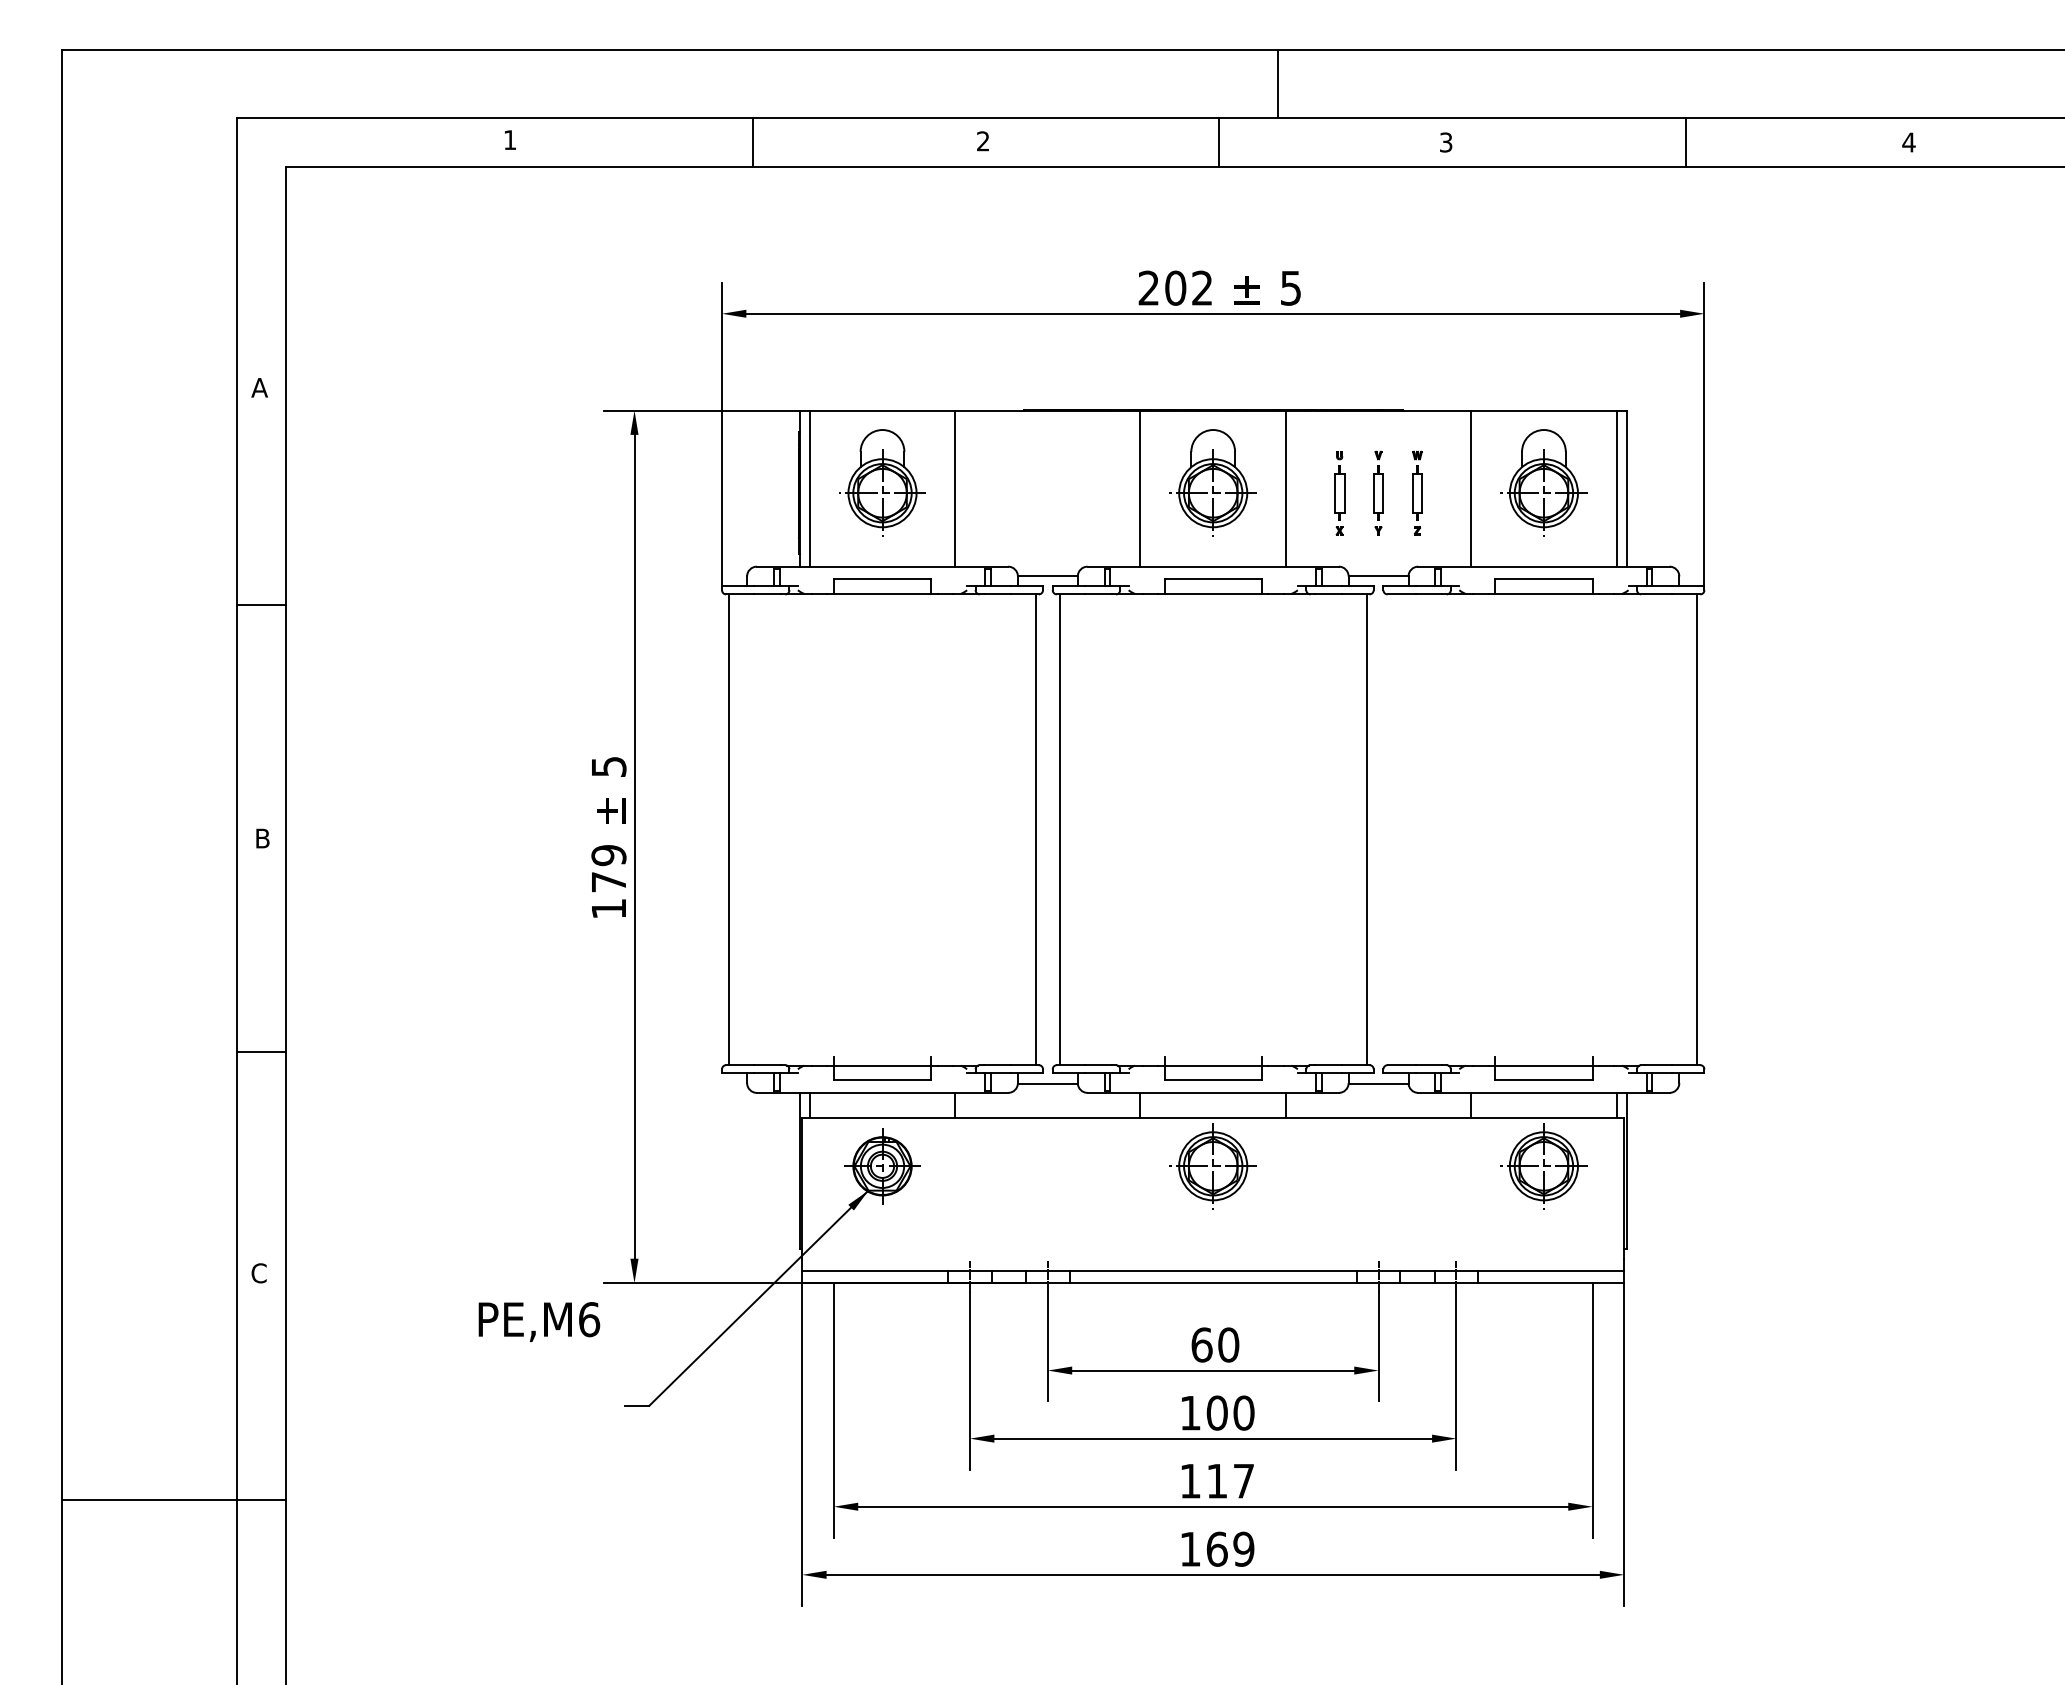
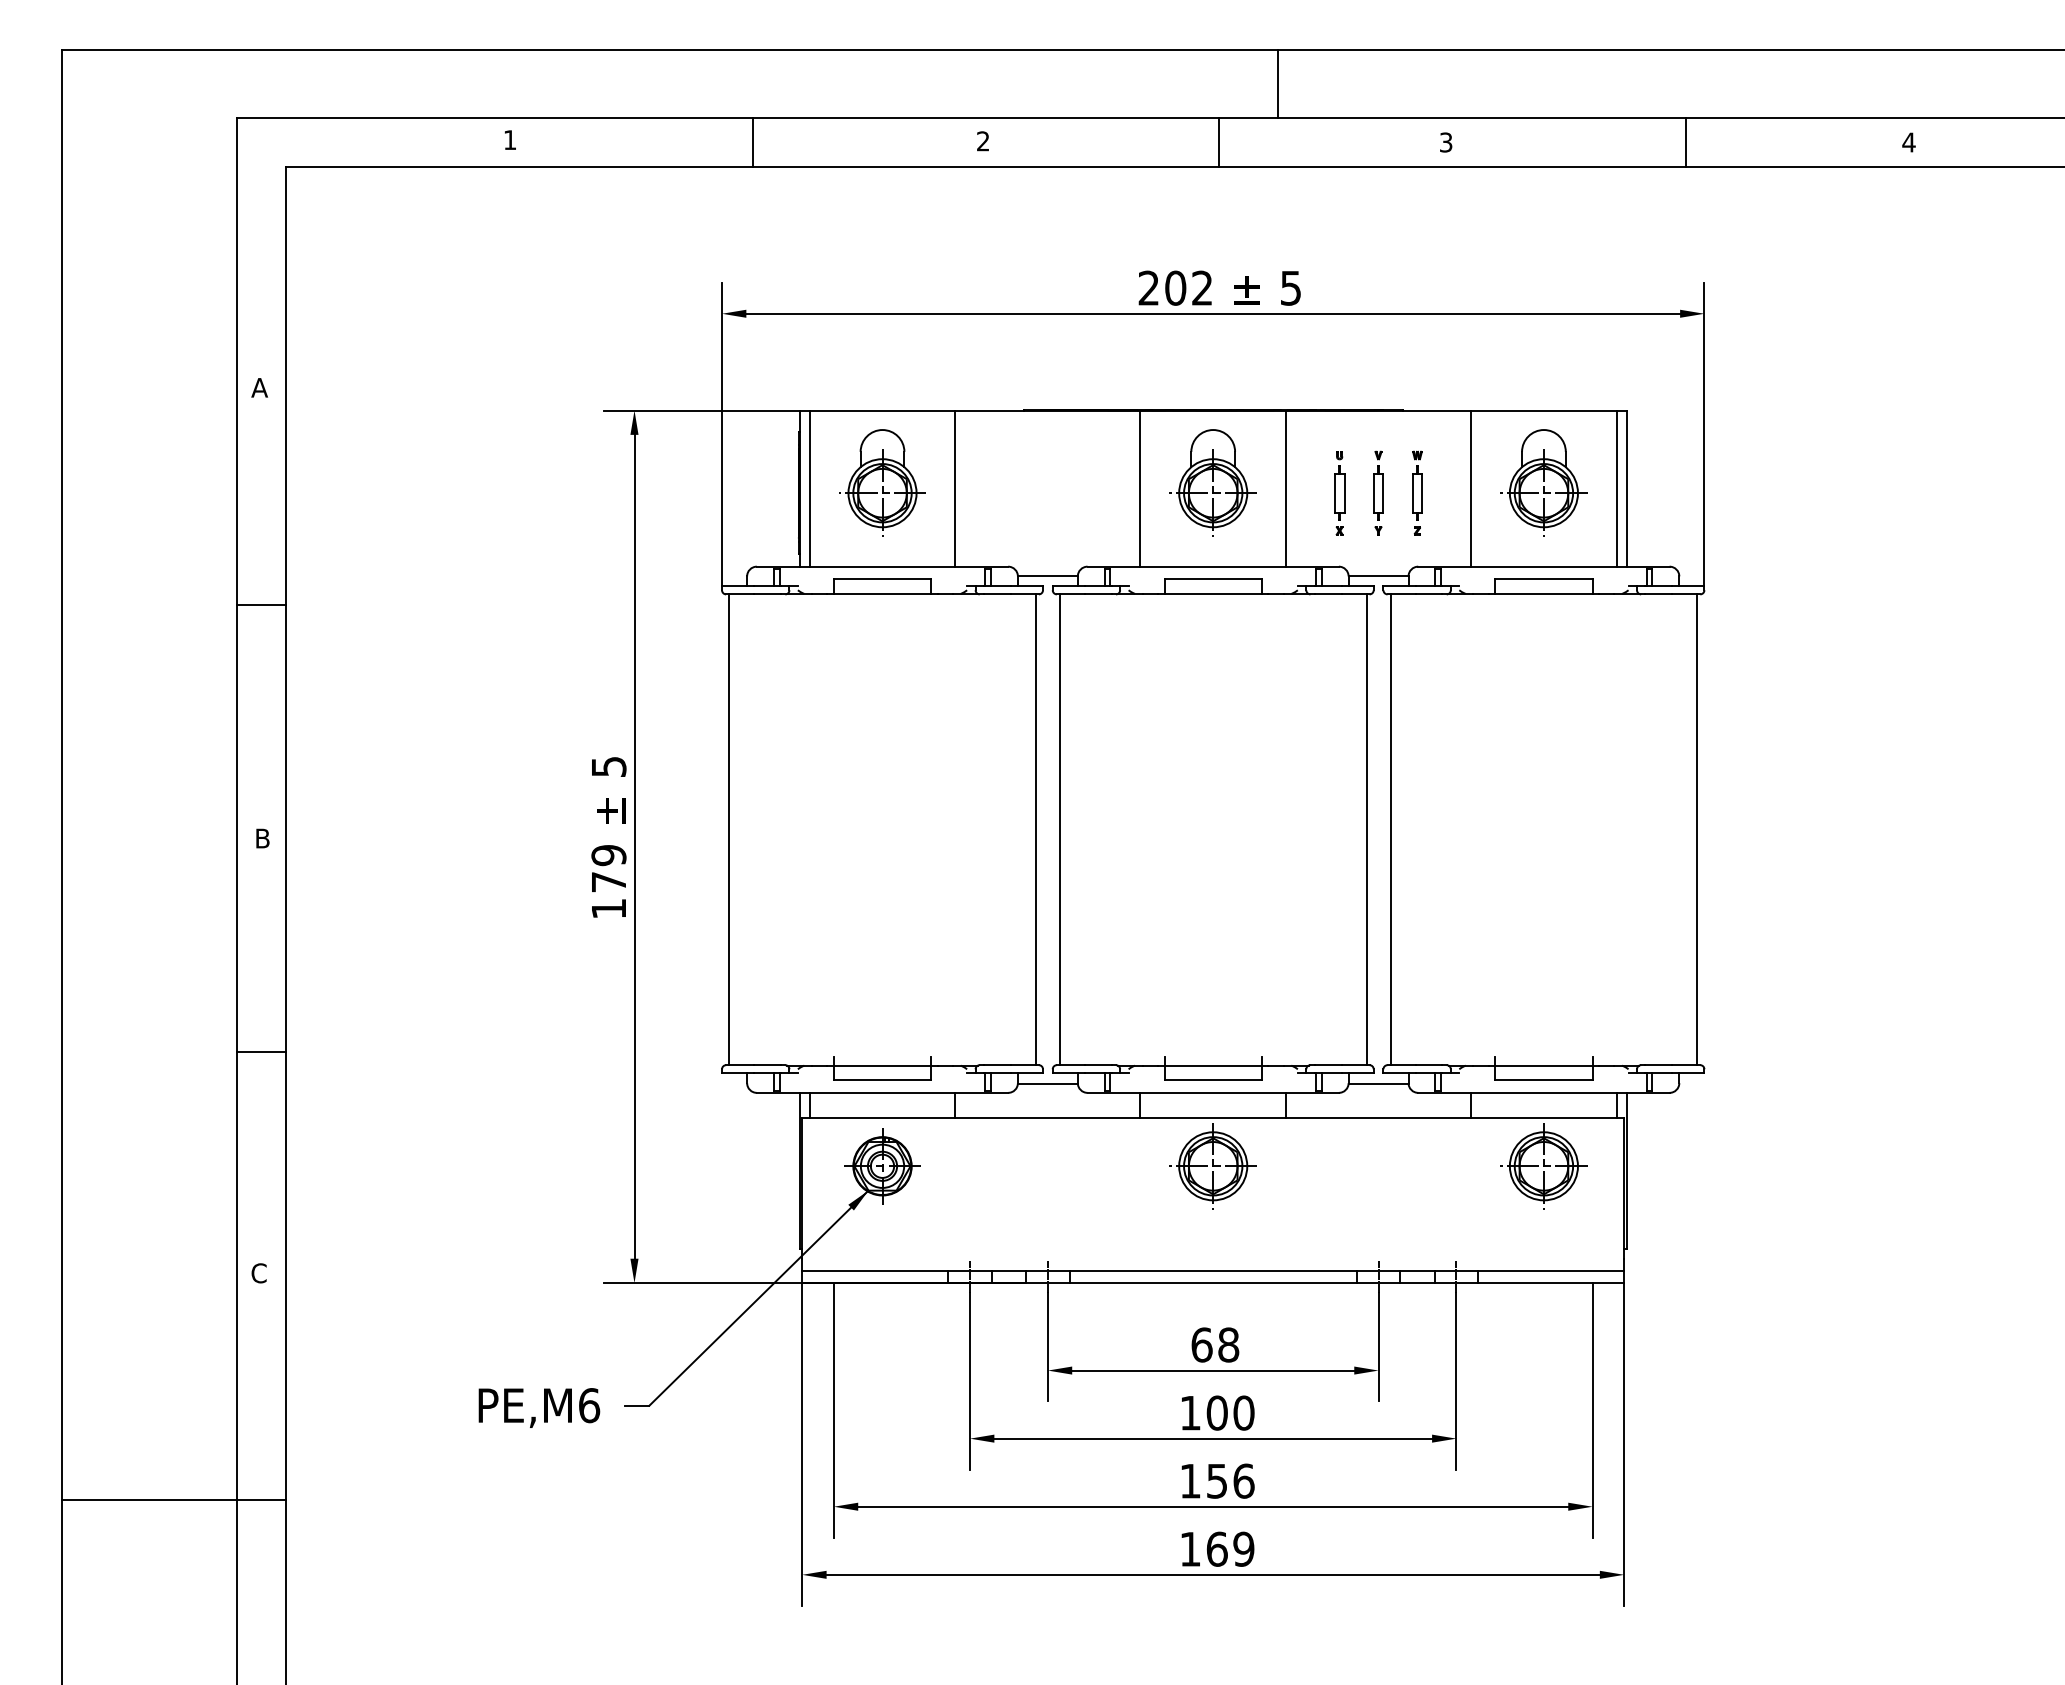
line at (1390, 829): none -> present
text at (539, 1321) position: (539, 1321) -> (539, 1407)
text at (1228, 1344): 60 -> 68
text at (1230, 1480): 117 -> 156
